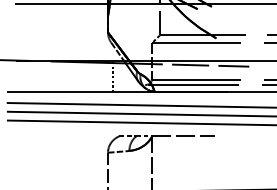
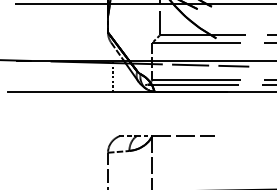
line at (140, 105): present -> none
line at (140, 113): present -> none
line at (140, 122): present -> none
